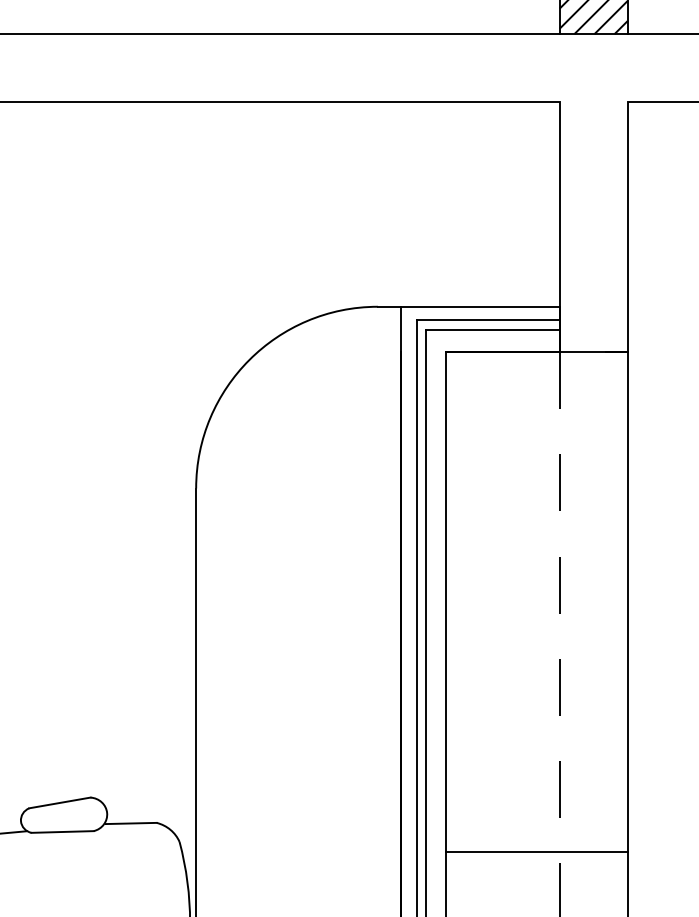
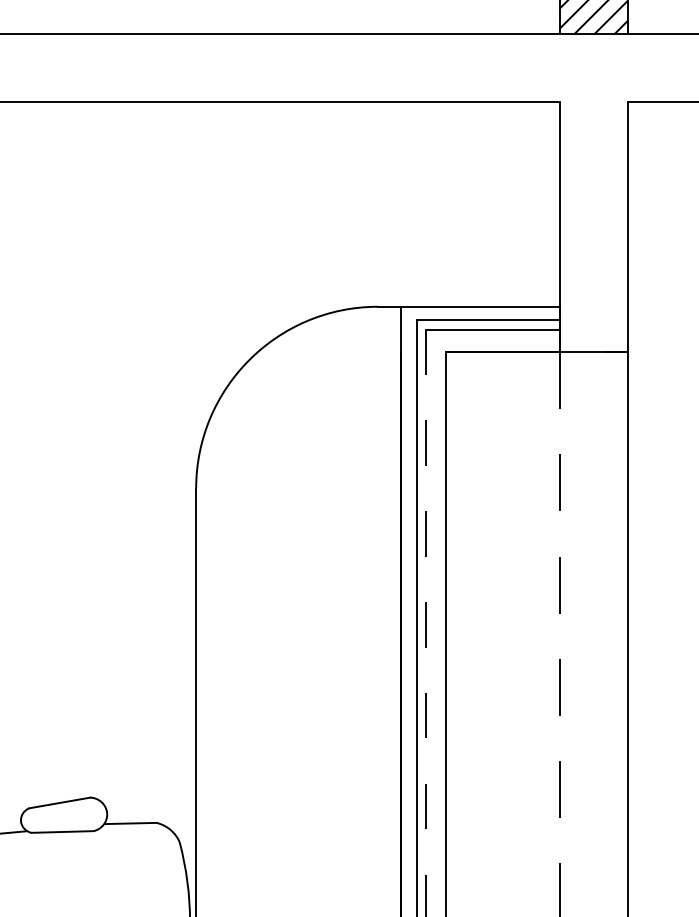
line at (426, 622): solid -> dashed
line at (536, 852): present -> none
